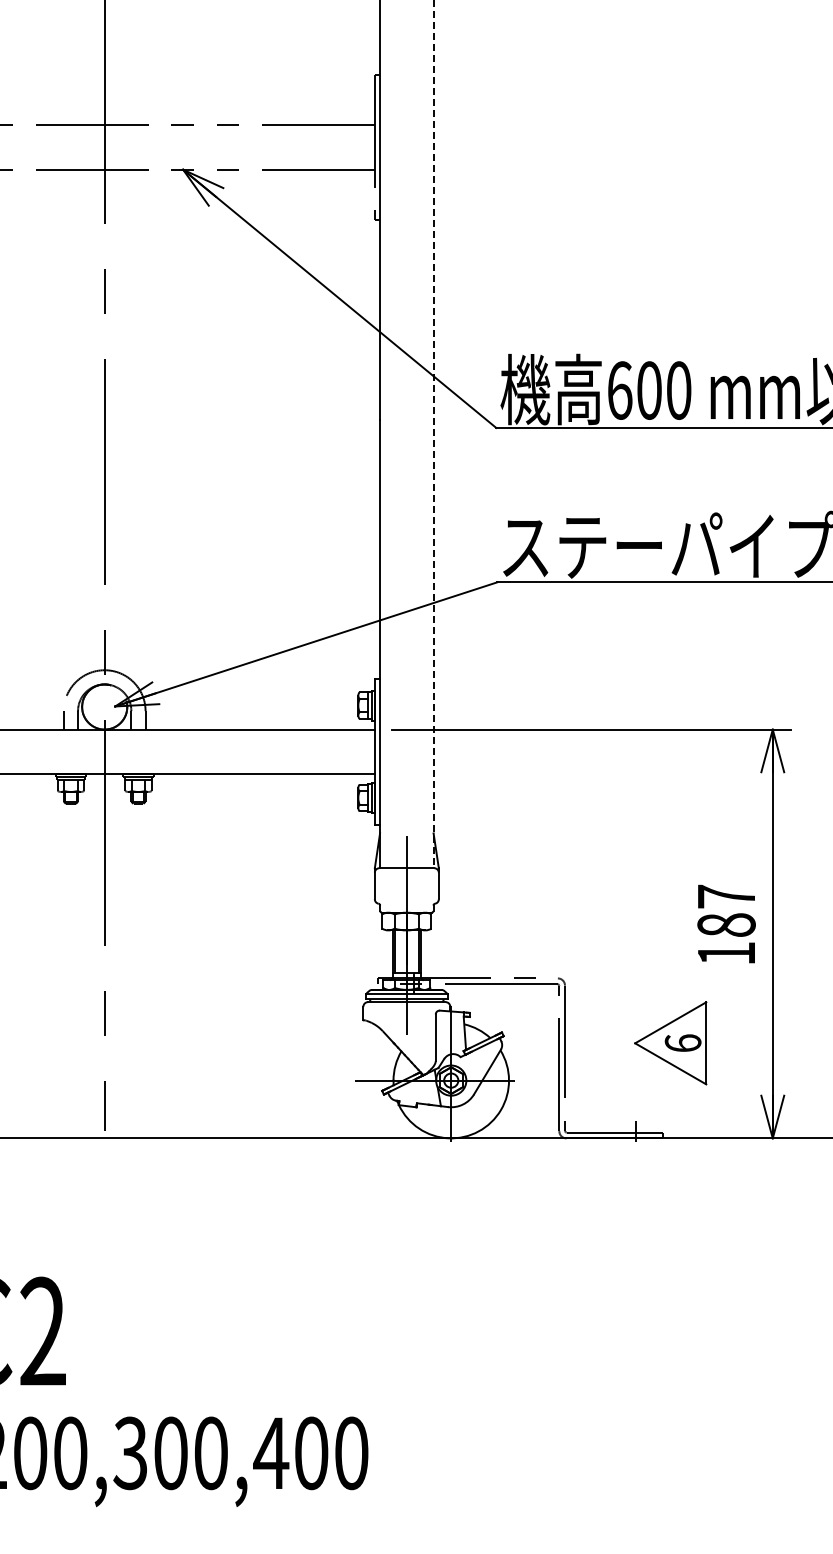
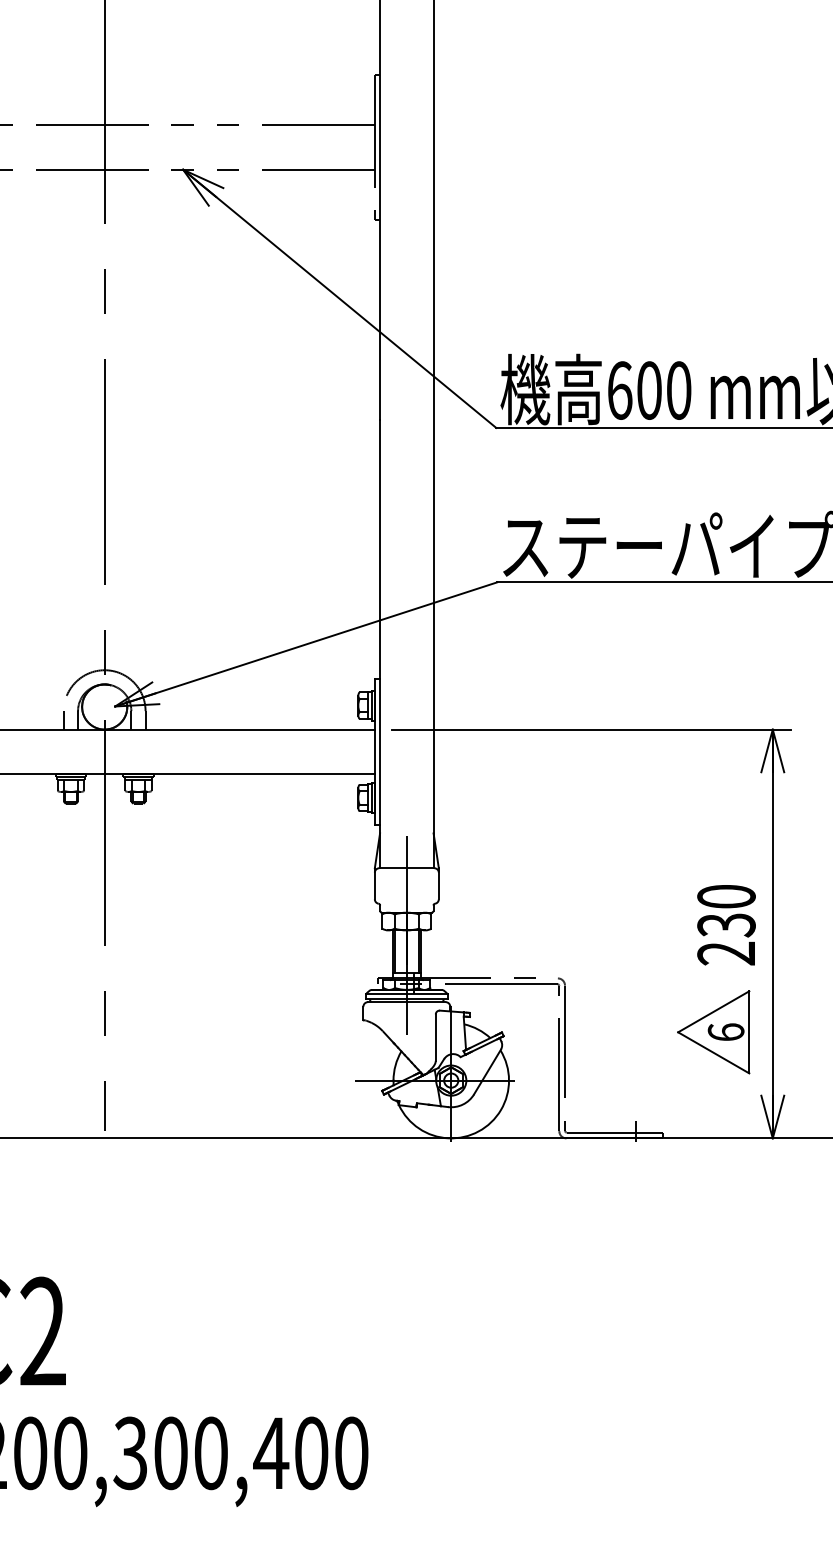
line at (433, 434): dashed -> solid
text at (726, 924): 187 -> 230
part at (670, 1043) position: (670, 1043) -> (713, 1032)
